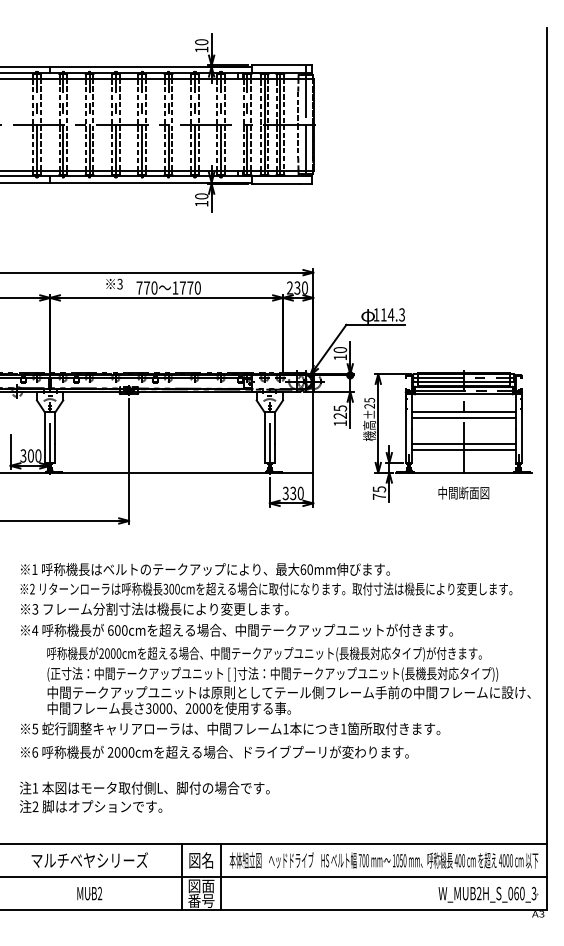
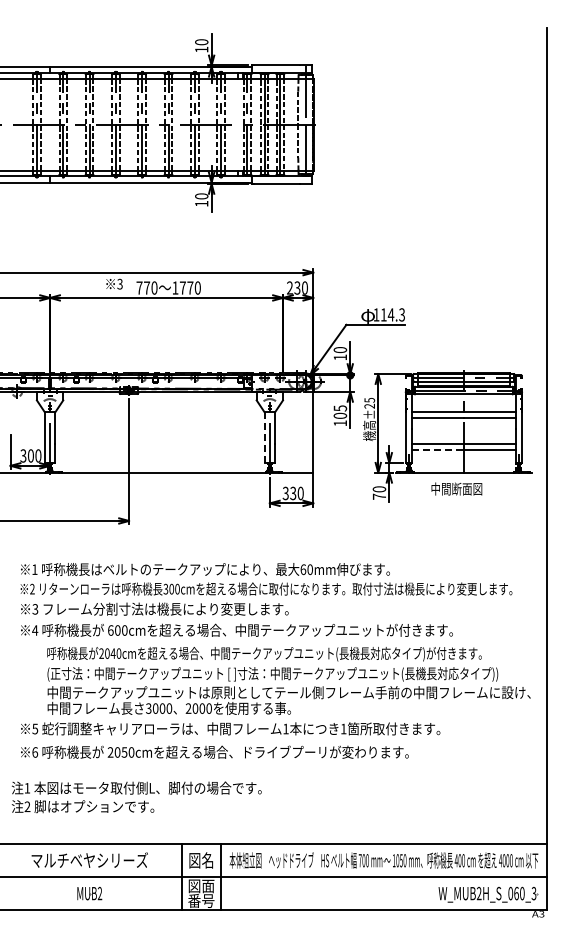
text at (340, 415): 125 -> 105
line at (264, 438): solid -> dashed
line at (437, 449): solid -> dashed
text at (379, 489): 75 -> 70
text at (463, 492) position: (463, 492) -> (456, 488)
text at (112, 653): 2000cm -> 2040cm
text at (124, 752): 2000cm -> 2050cm
text at (144, 797) position: (144, 797) -> (136, 797)
